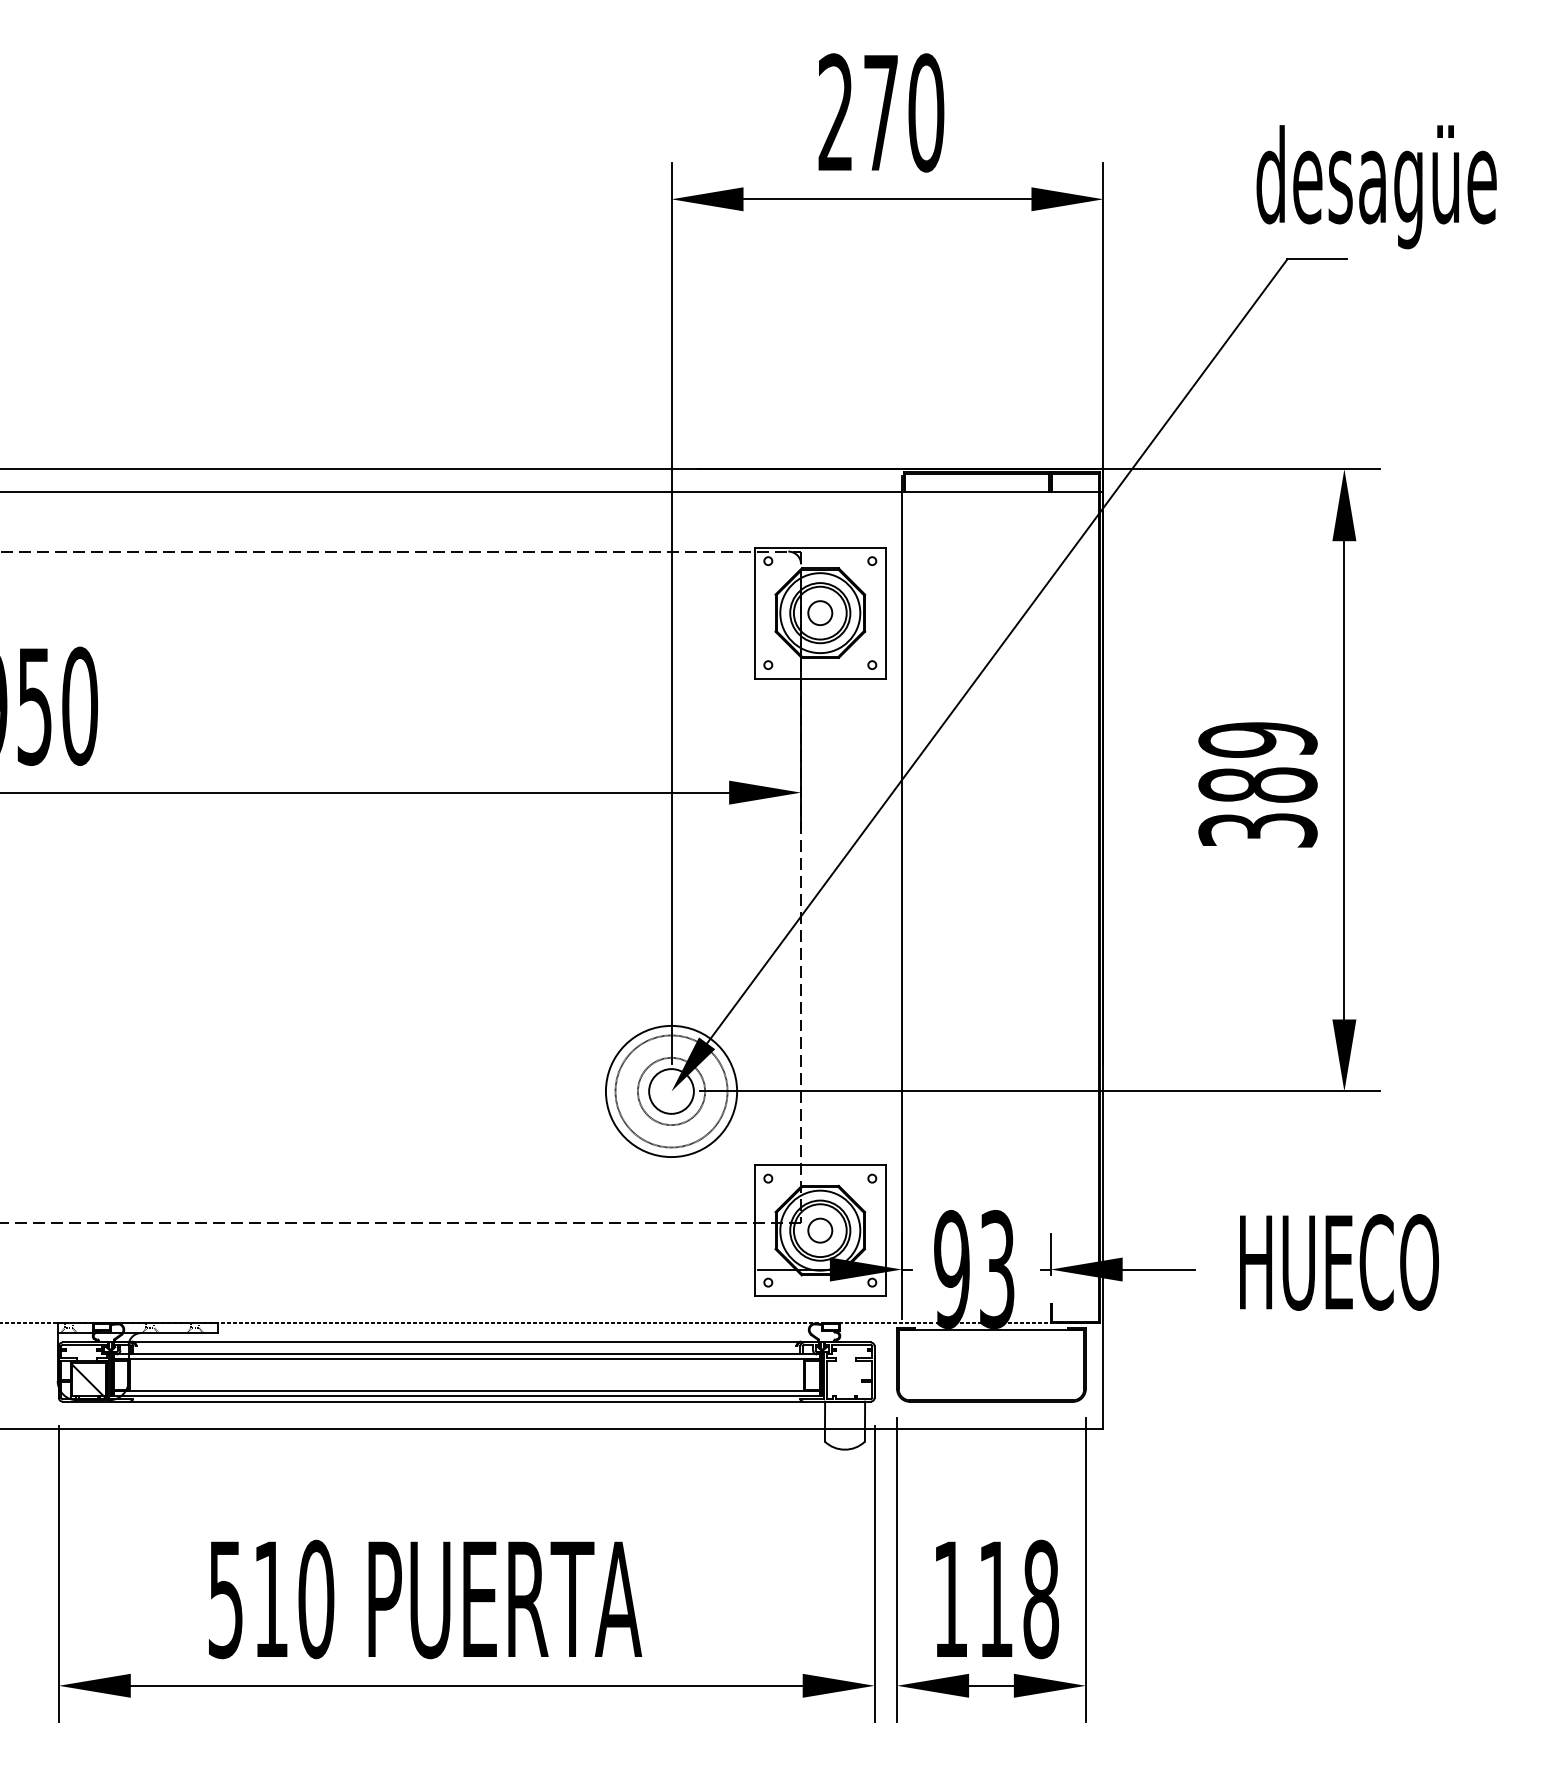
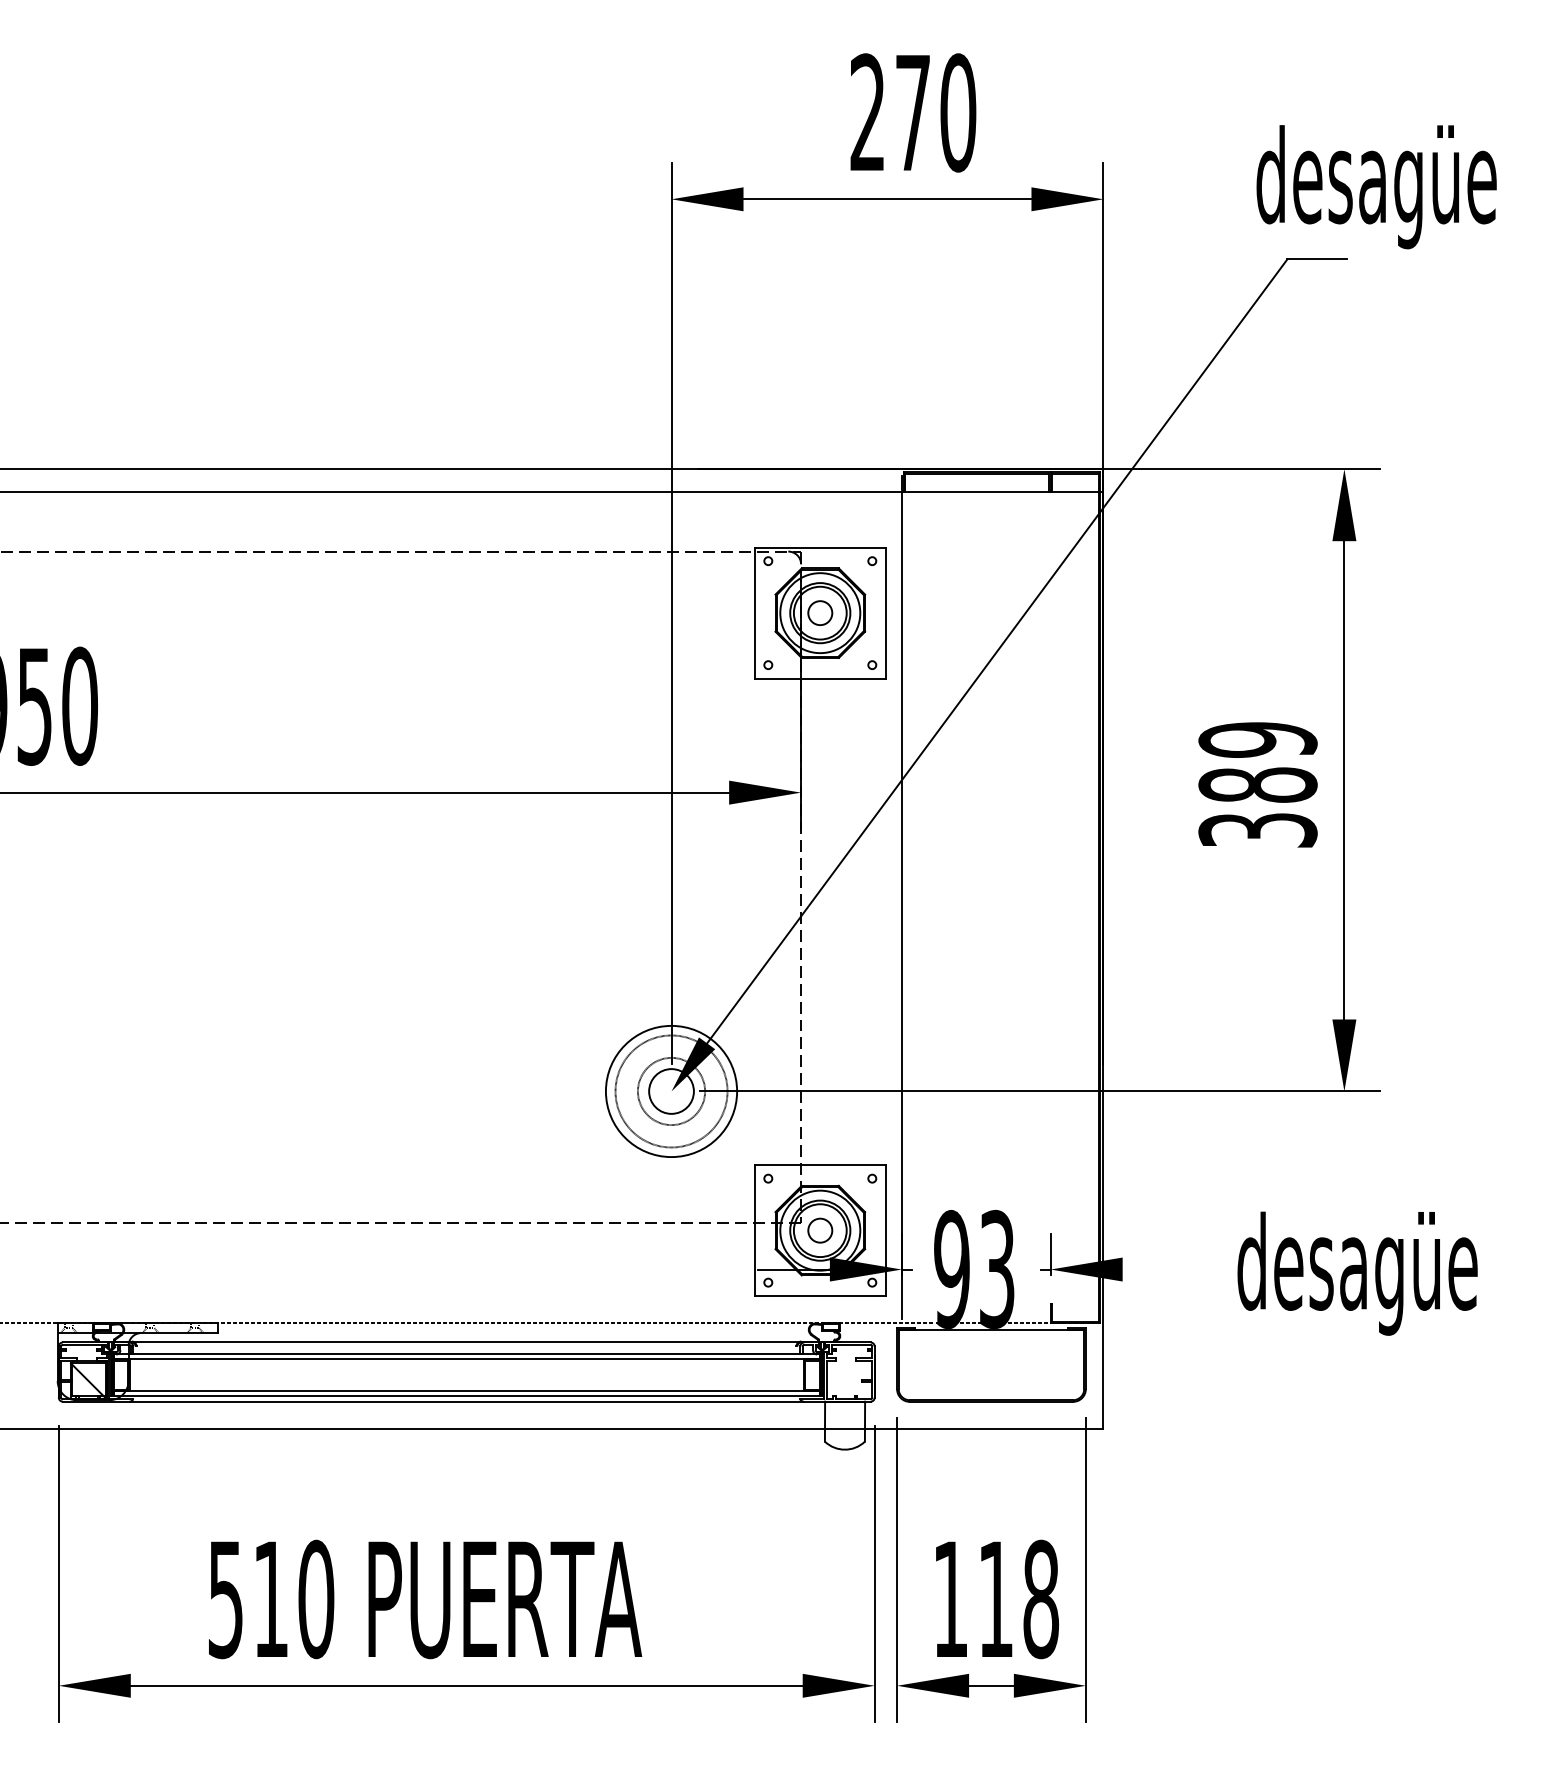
text at (881, 112) position: (881, 112) -> (913, 112)
line at (1158, 1269): present -> none
text at (1357, 1273): HUECO -> desagüe
